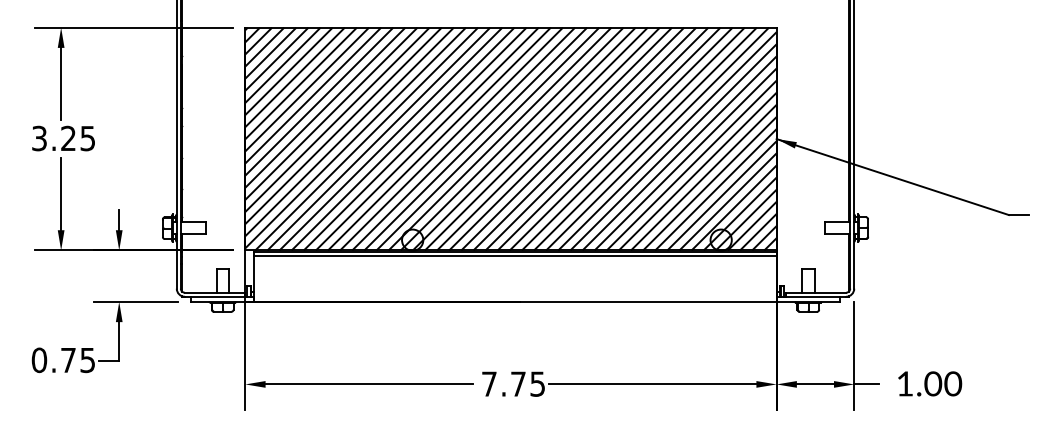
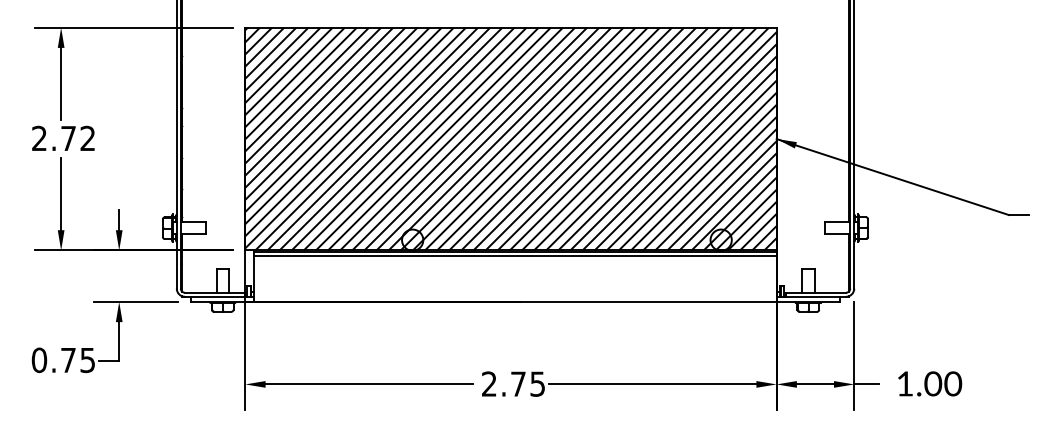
text at (63, 138): 3.25 -> 2.72
text at (489, 383): 7.75 -> 2.75
